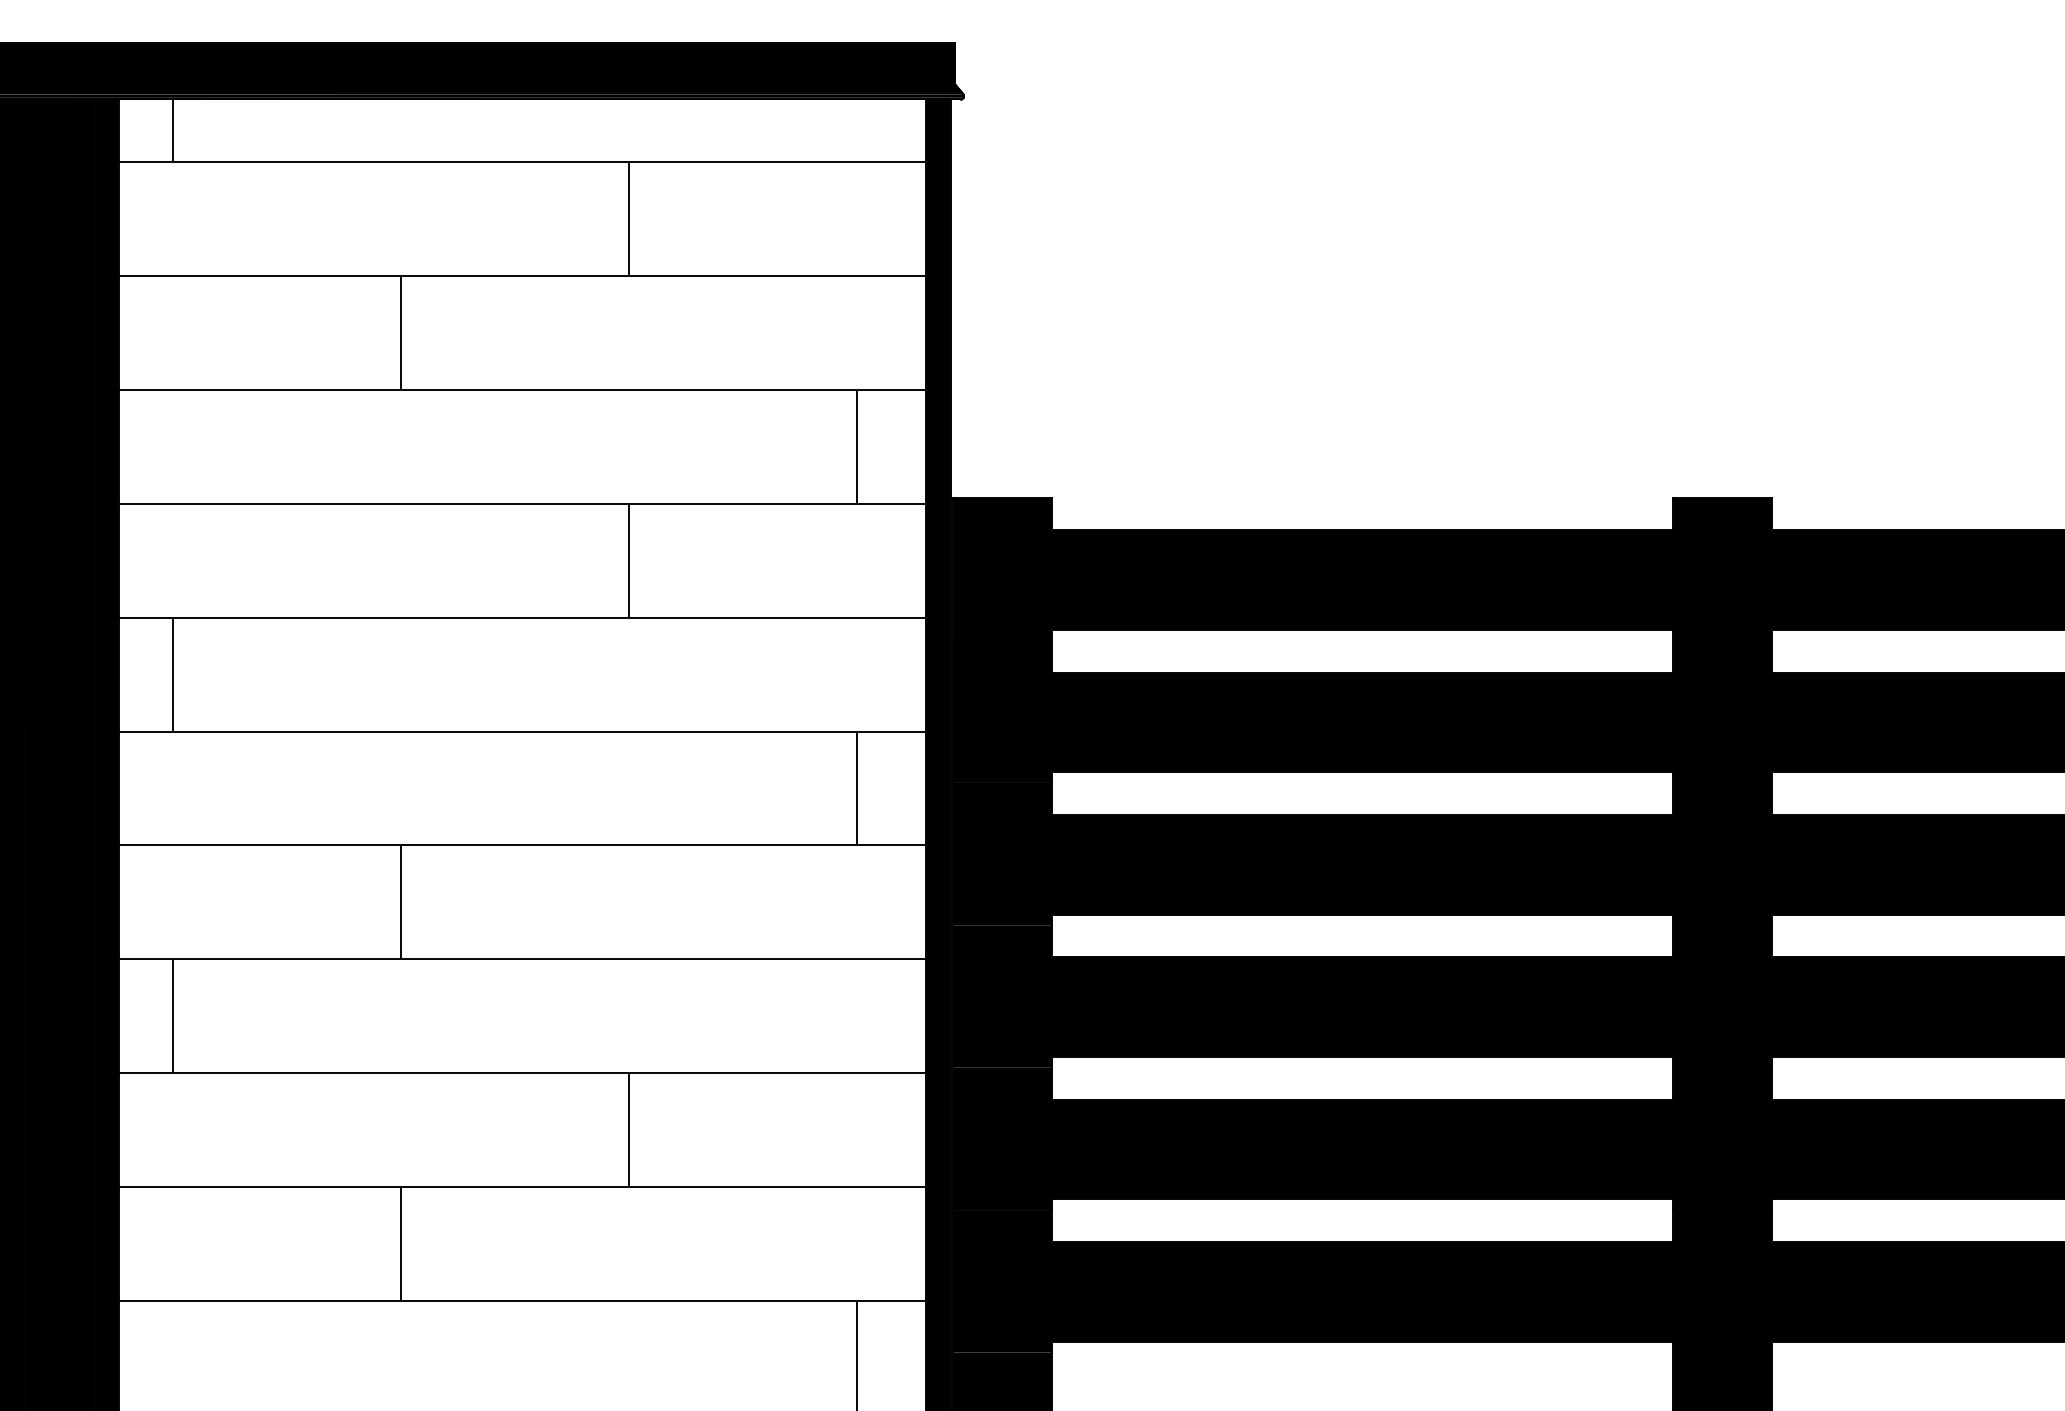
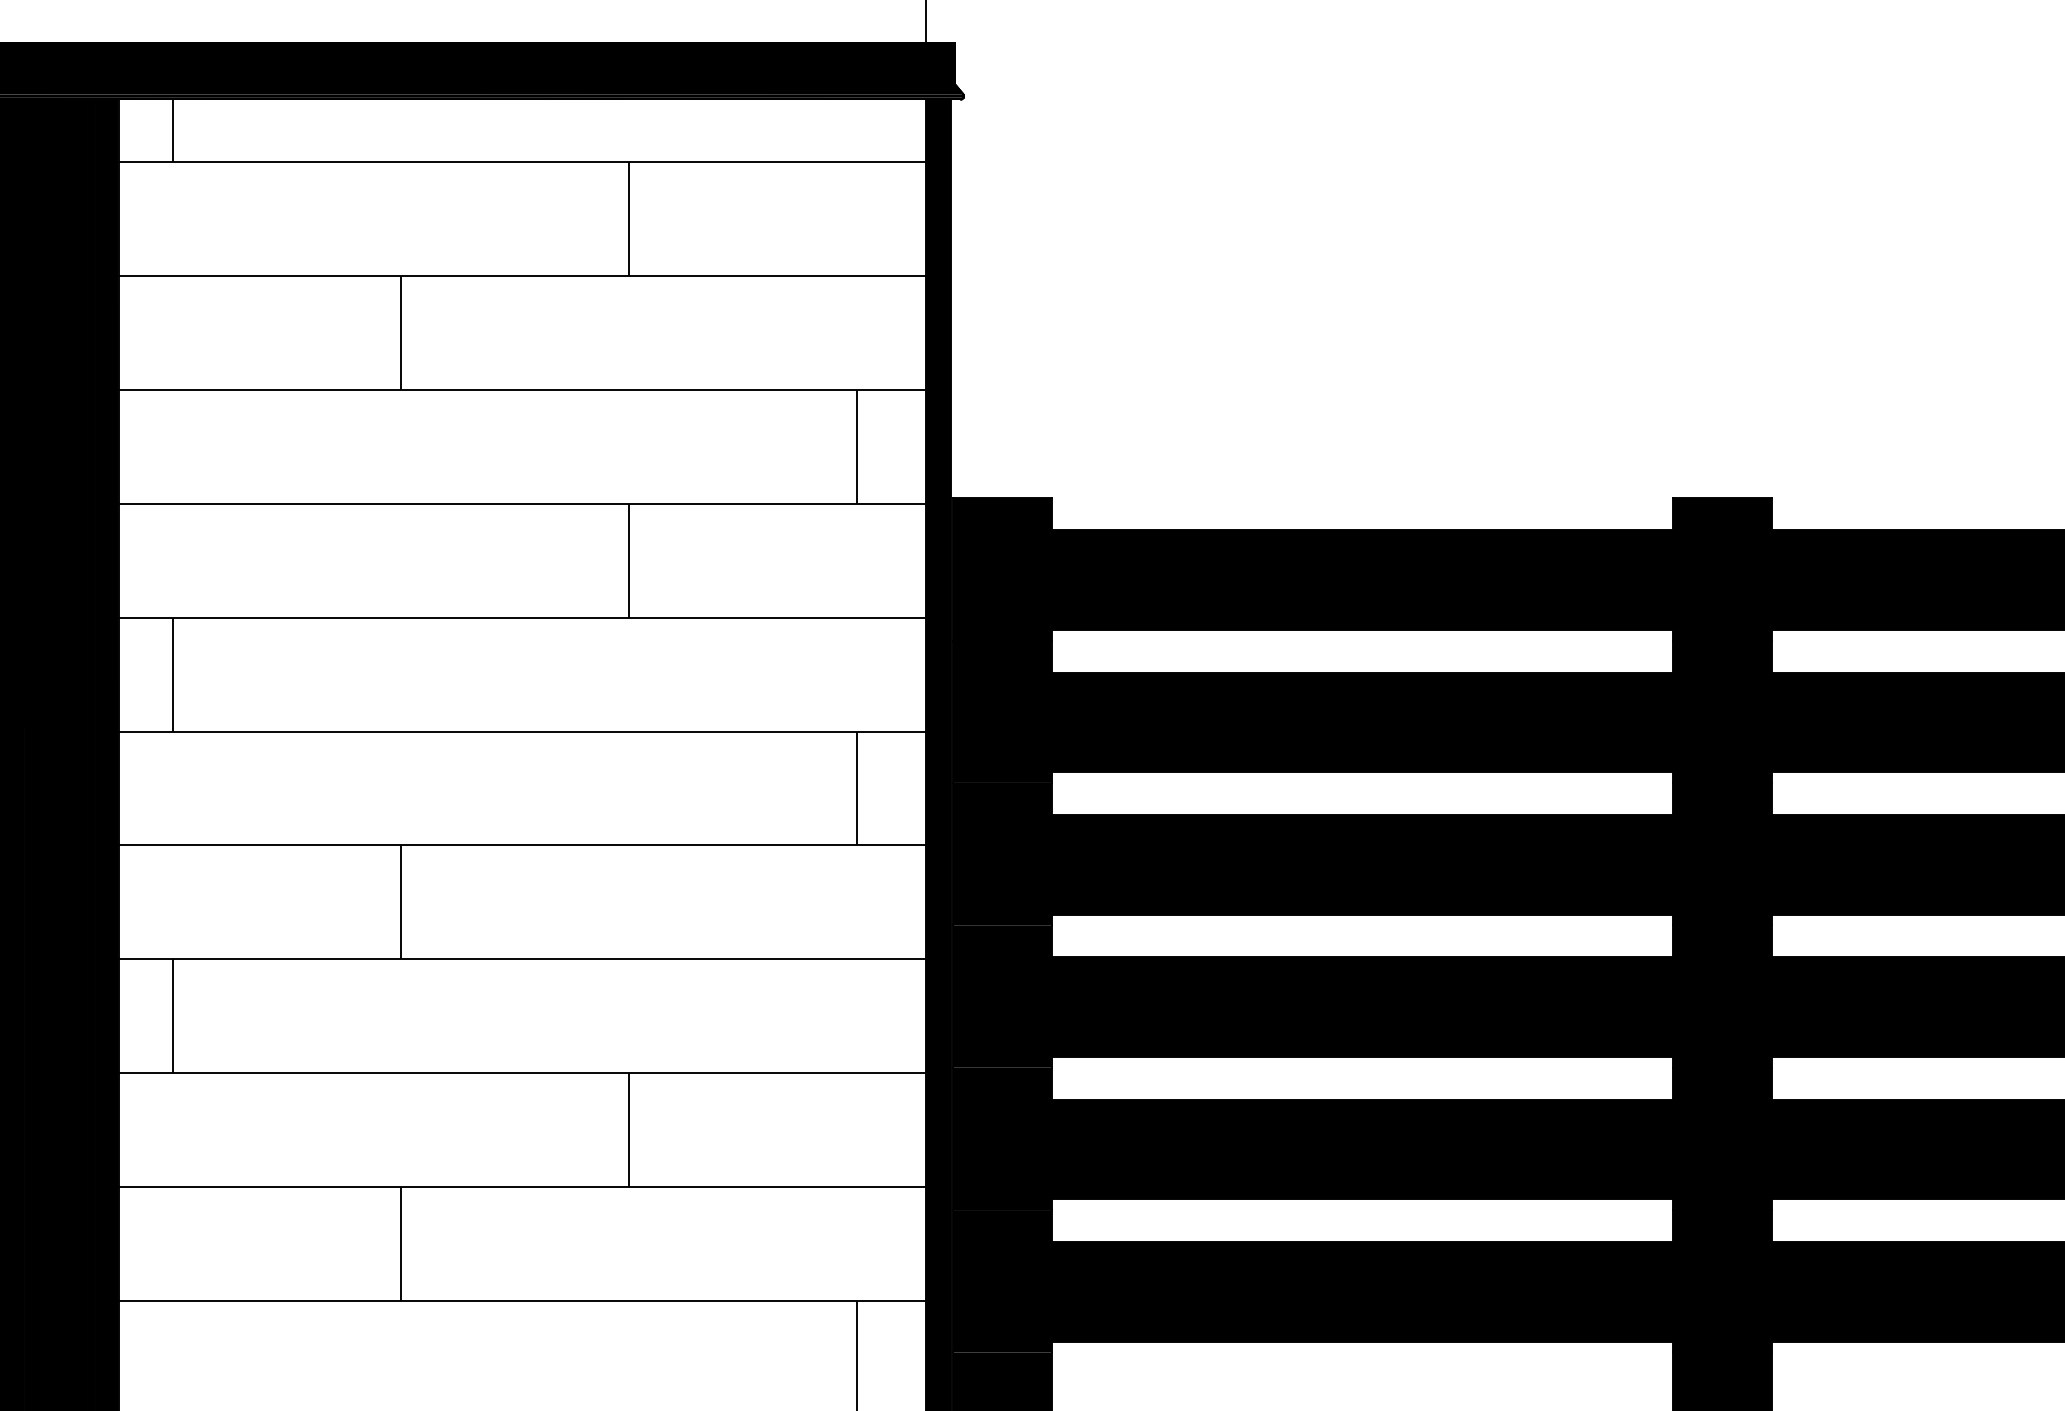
line at (926, 22): none -> present
